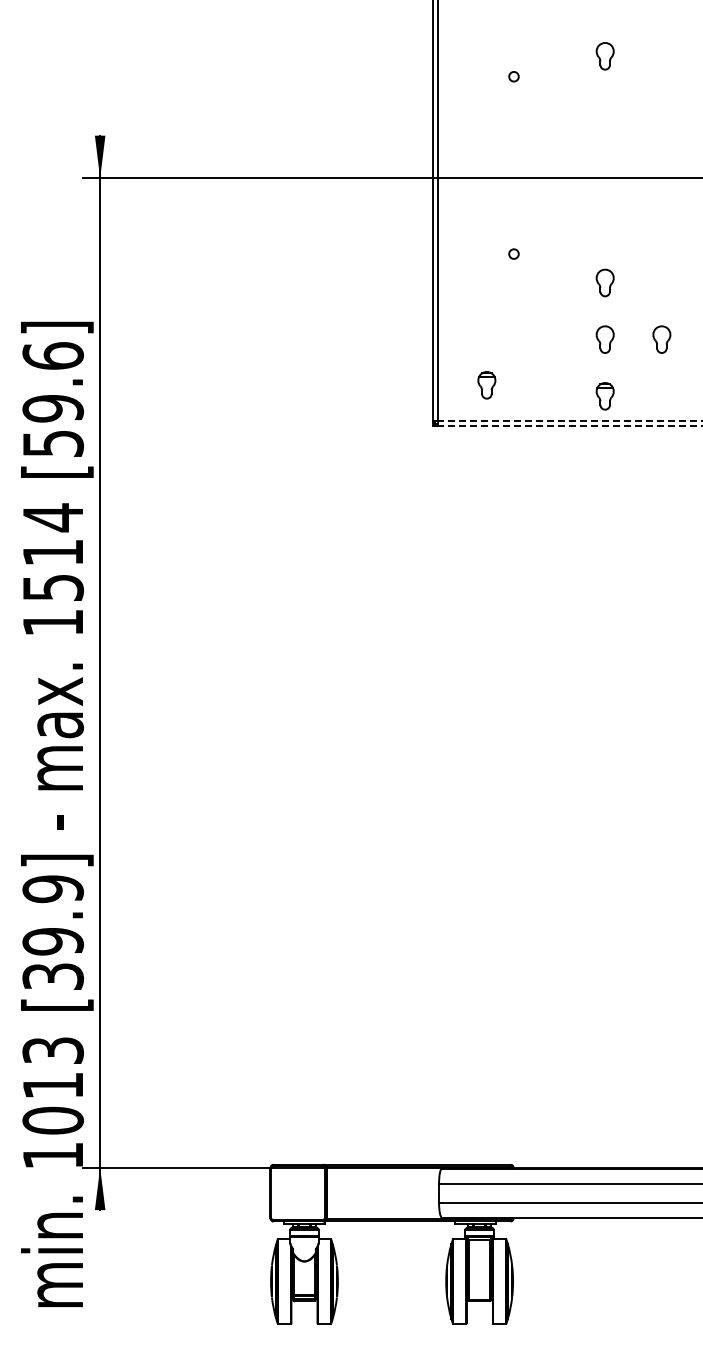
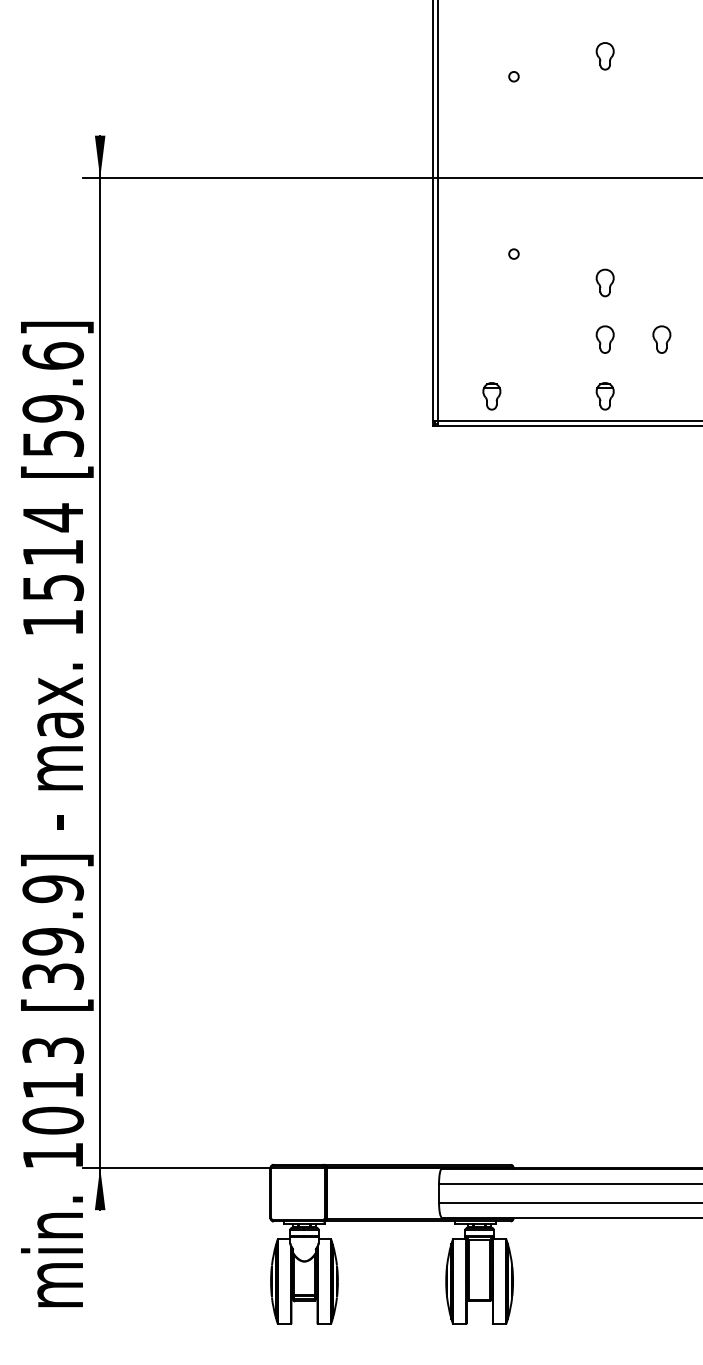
part at (486, 385) position: (486, 385) -> (491, 396)
line at (570, 420): dashed -> solid
line at (570, 426): dashed -> solid
